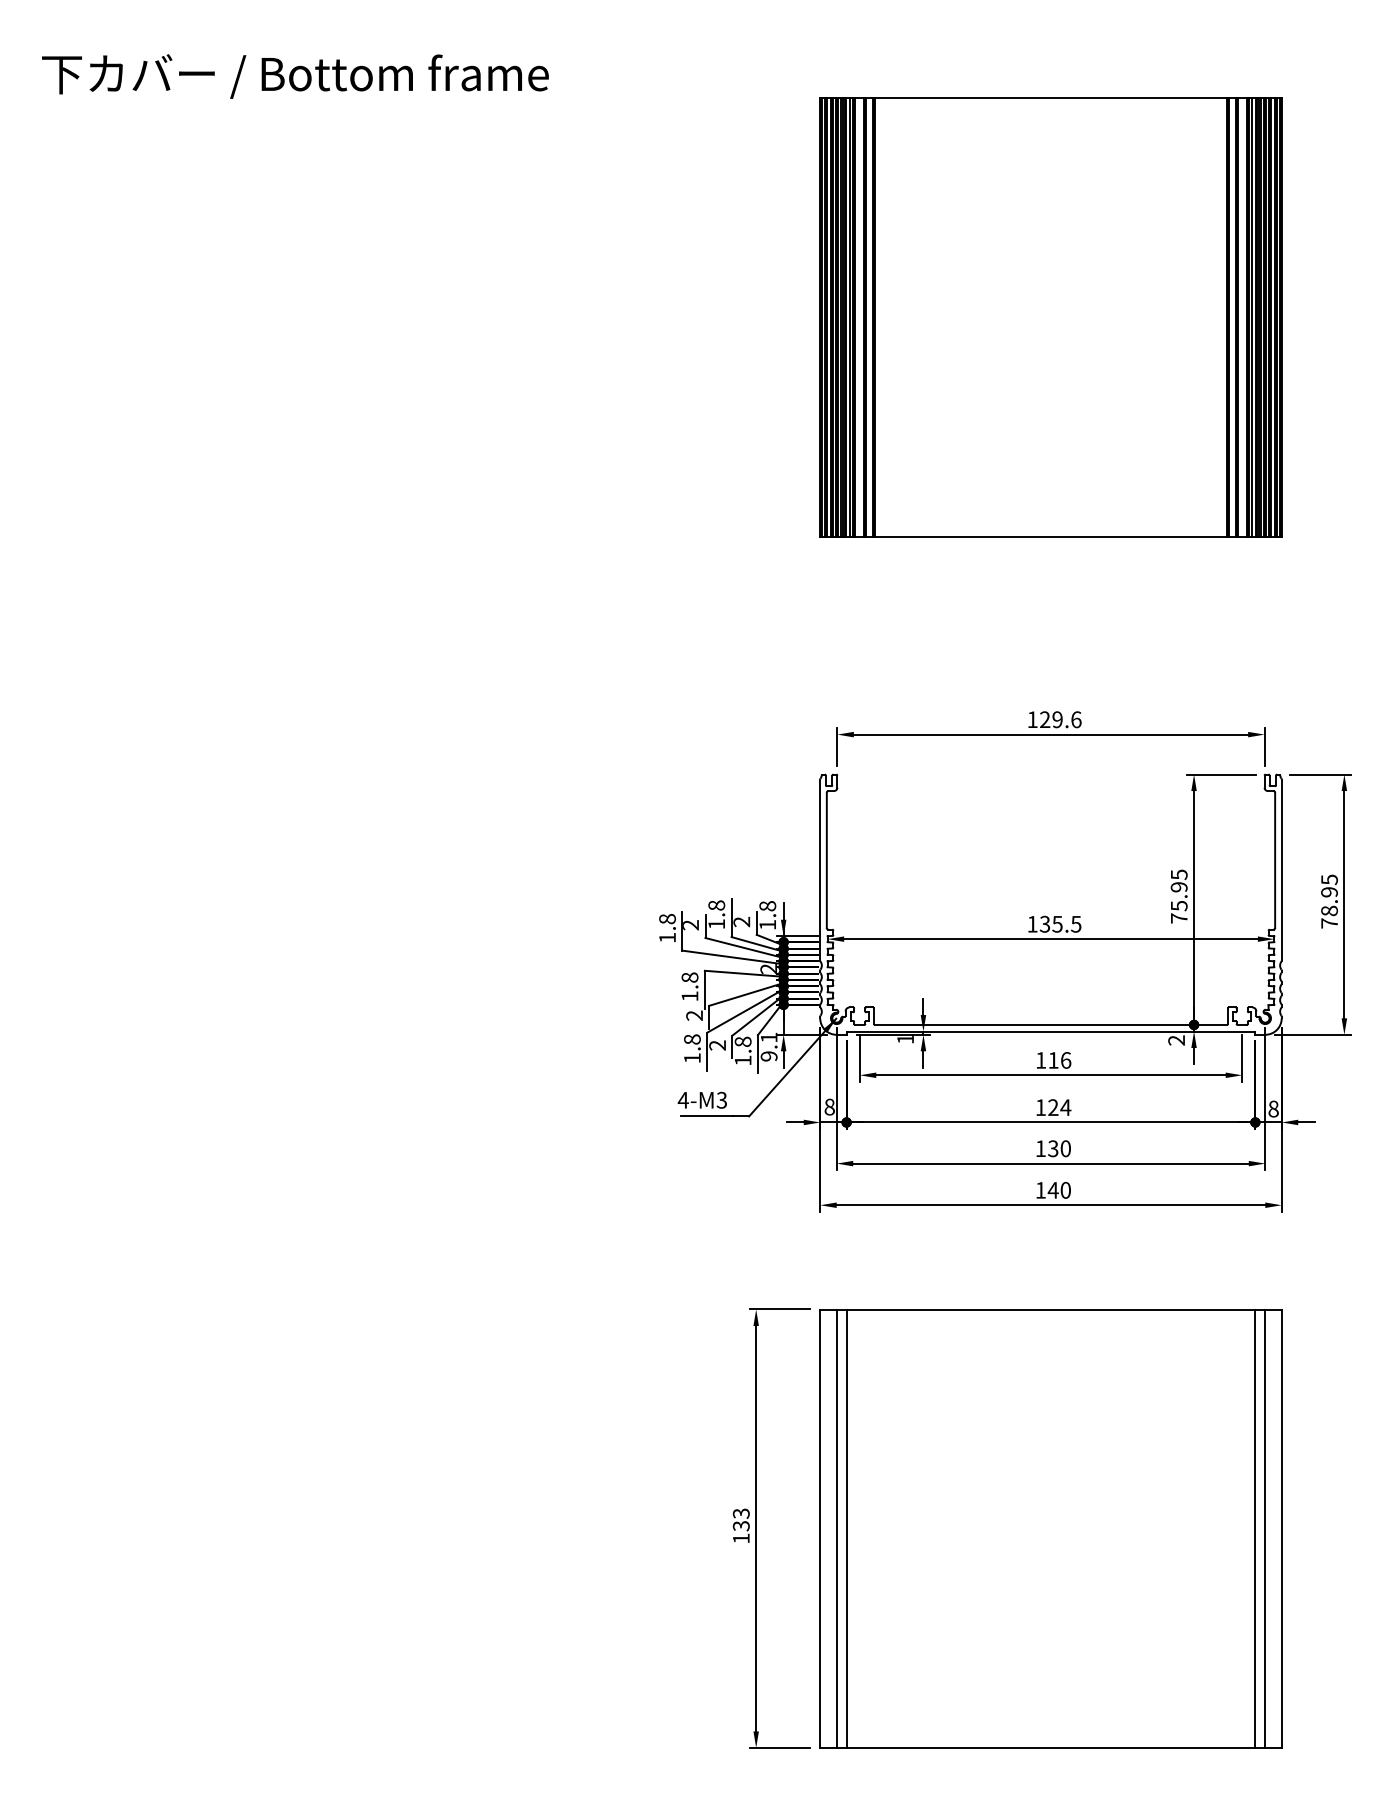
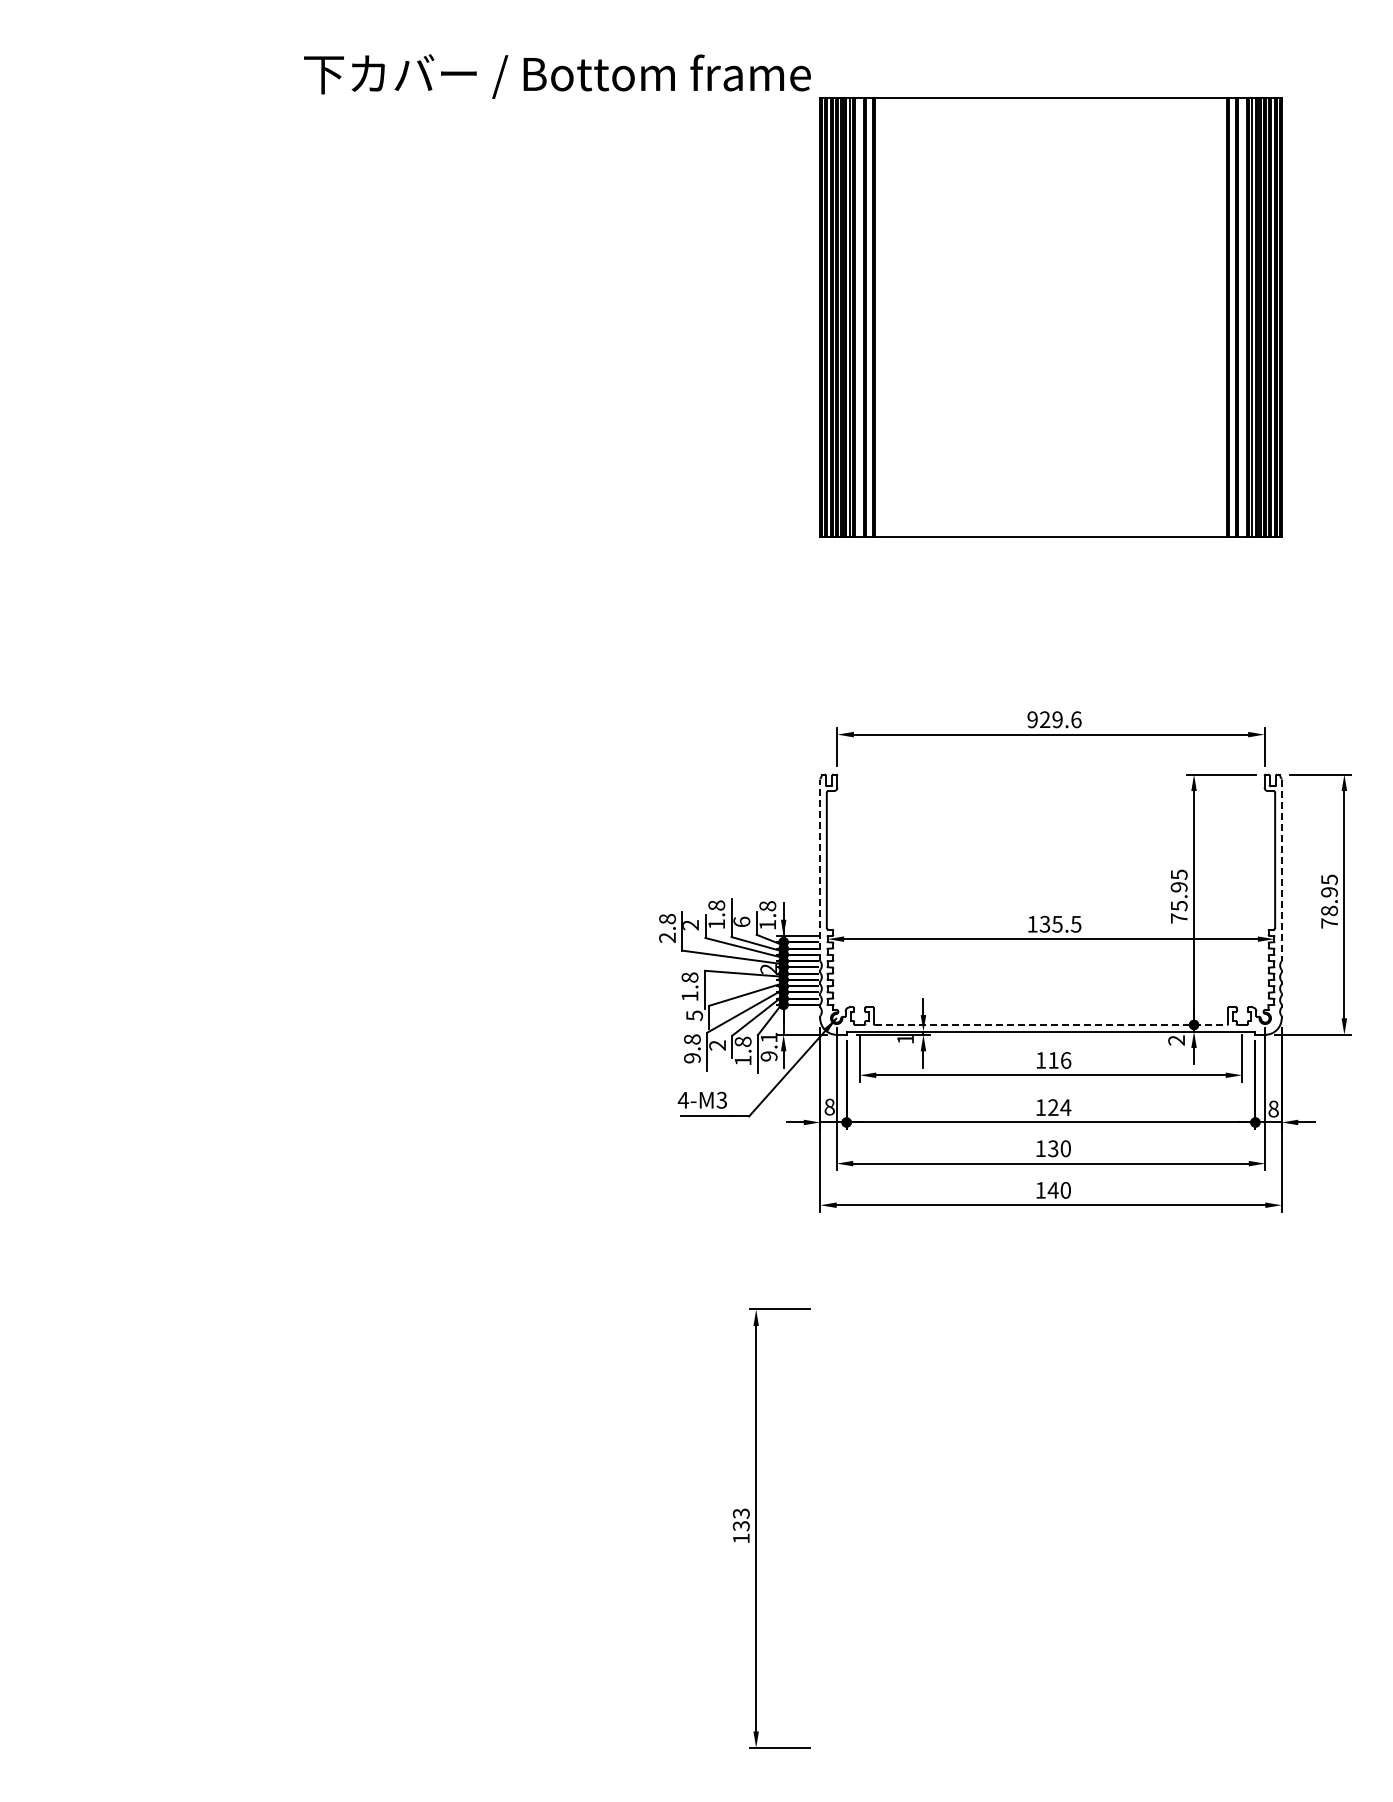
text at (295, 76) position: (295, 76) -> (557, 76)
text at (1032, 719): 129.6 -> 929.6
line at (820, 870): solid -> dashed
line at (1281, 870): solid -> dashed
text at (741, 921): 2 -> 6
text at (667, 937): 1.8 -> 2.8
text at (694, 1015): 2 -> 5
line at (1051, 1024): solid -> dashed
text at (692, 1058): 1.8 -> 9.8
part at (1050, 1528): present -> none
